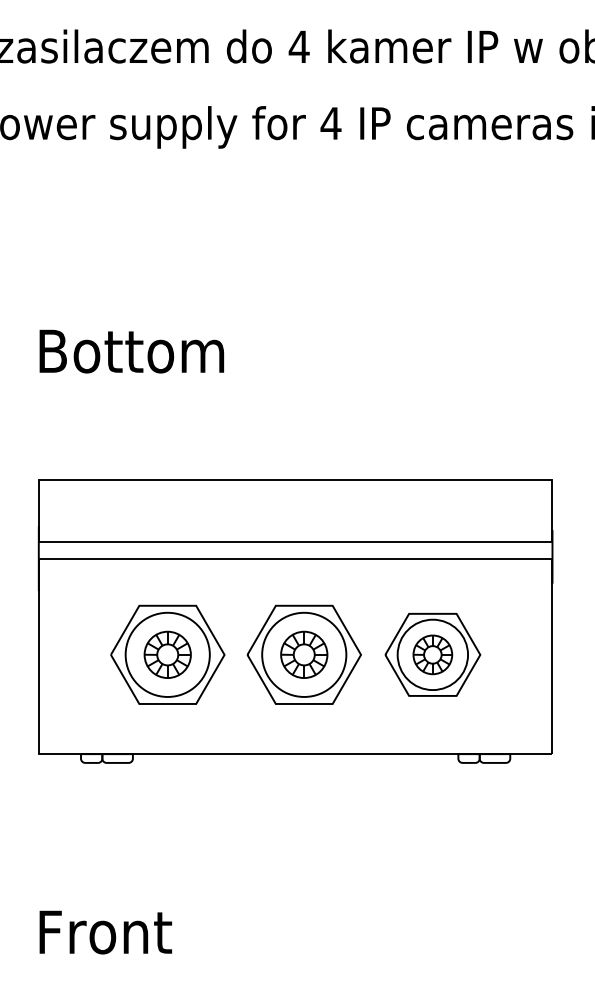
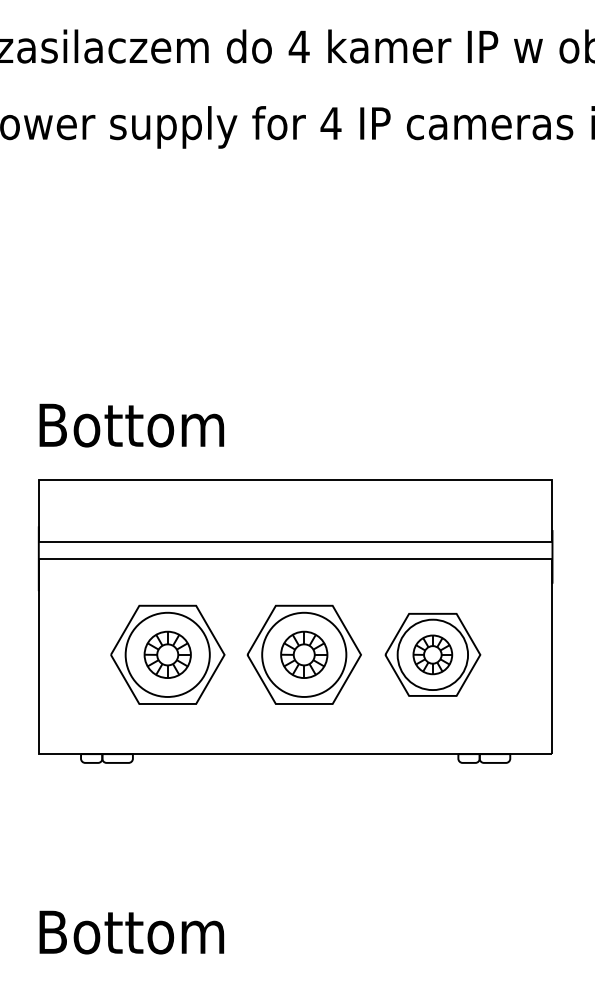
text at (131, 351) position: (131, 351) -> (131, 425)
text at (134, 932): Front -> Bottom
